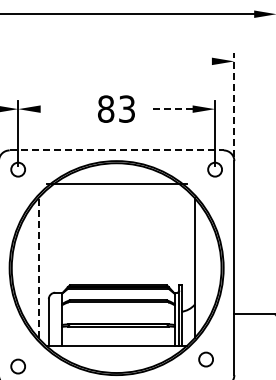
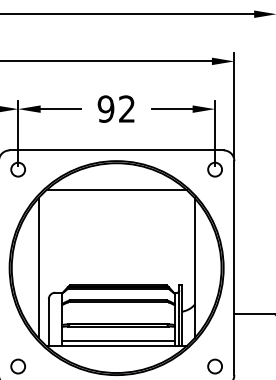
line at (106, 61): none -> present
line at (234, 105): dashed -> solid
text at (115, 108): 83 -> 92
line at (60, 109): none -> present
line at (171, 109): dashed -> solid
line at (117, 150): dashed -> solid
line at (116, 184) position: (116, 184) -> (116, 190)
line at (38, 268): dashed -> solid
line at (118, 340): none -> present
circle at (205, 359) position: (205, 359) -> (214, 366)
